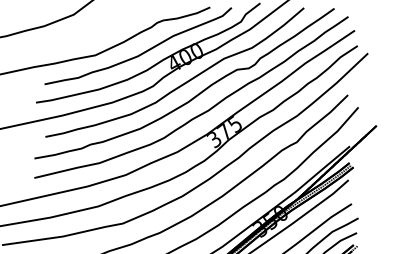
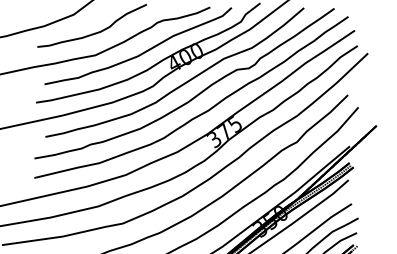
part at (94, 32): none -> present
